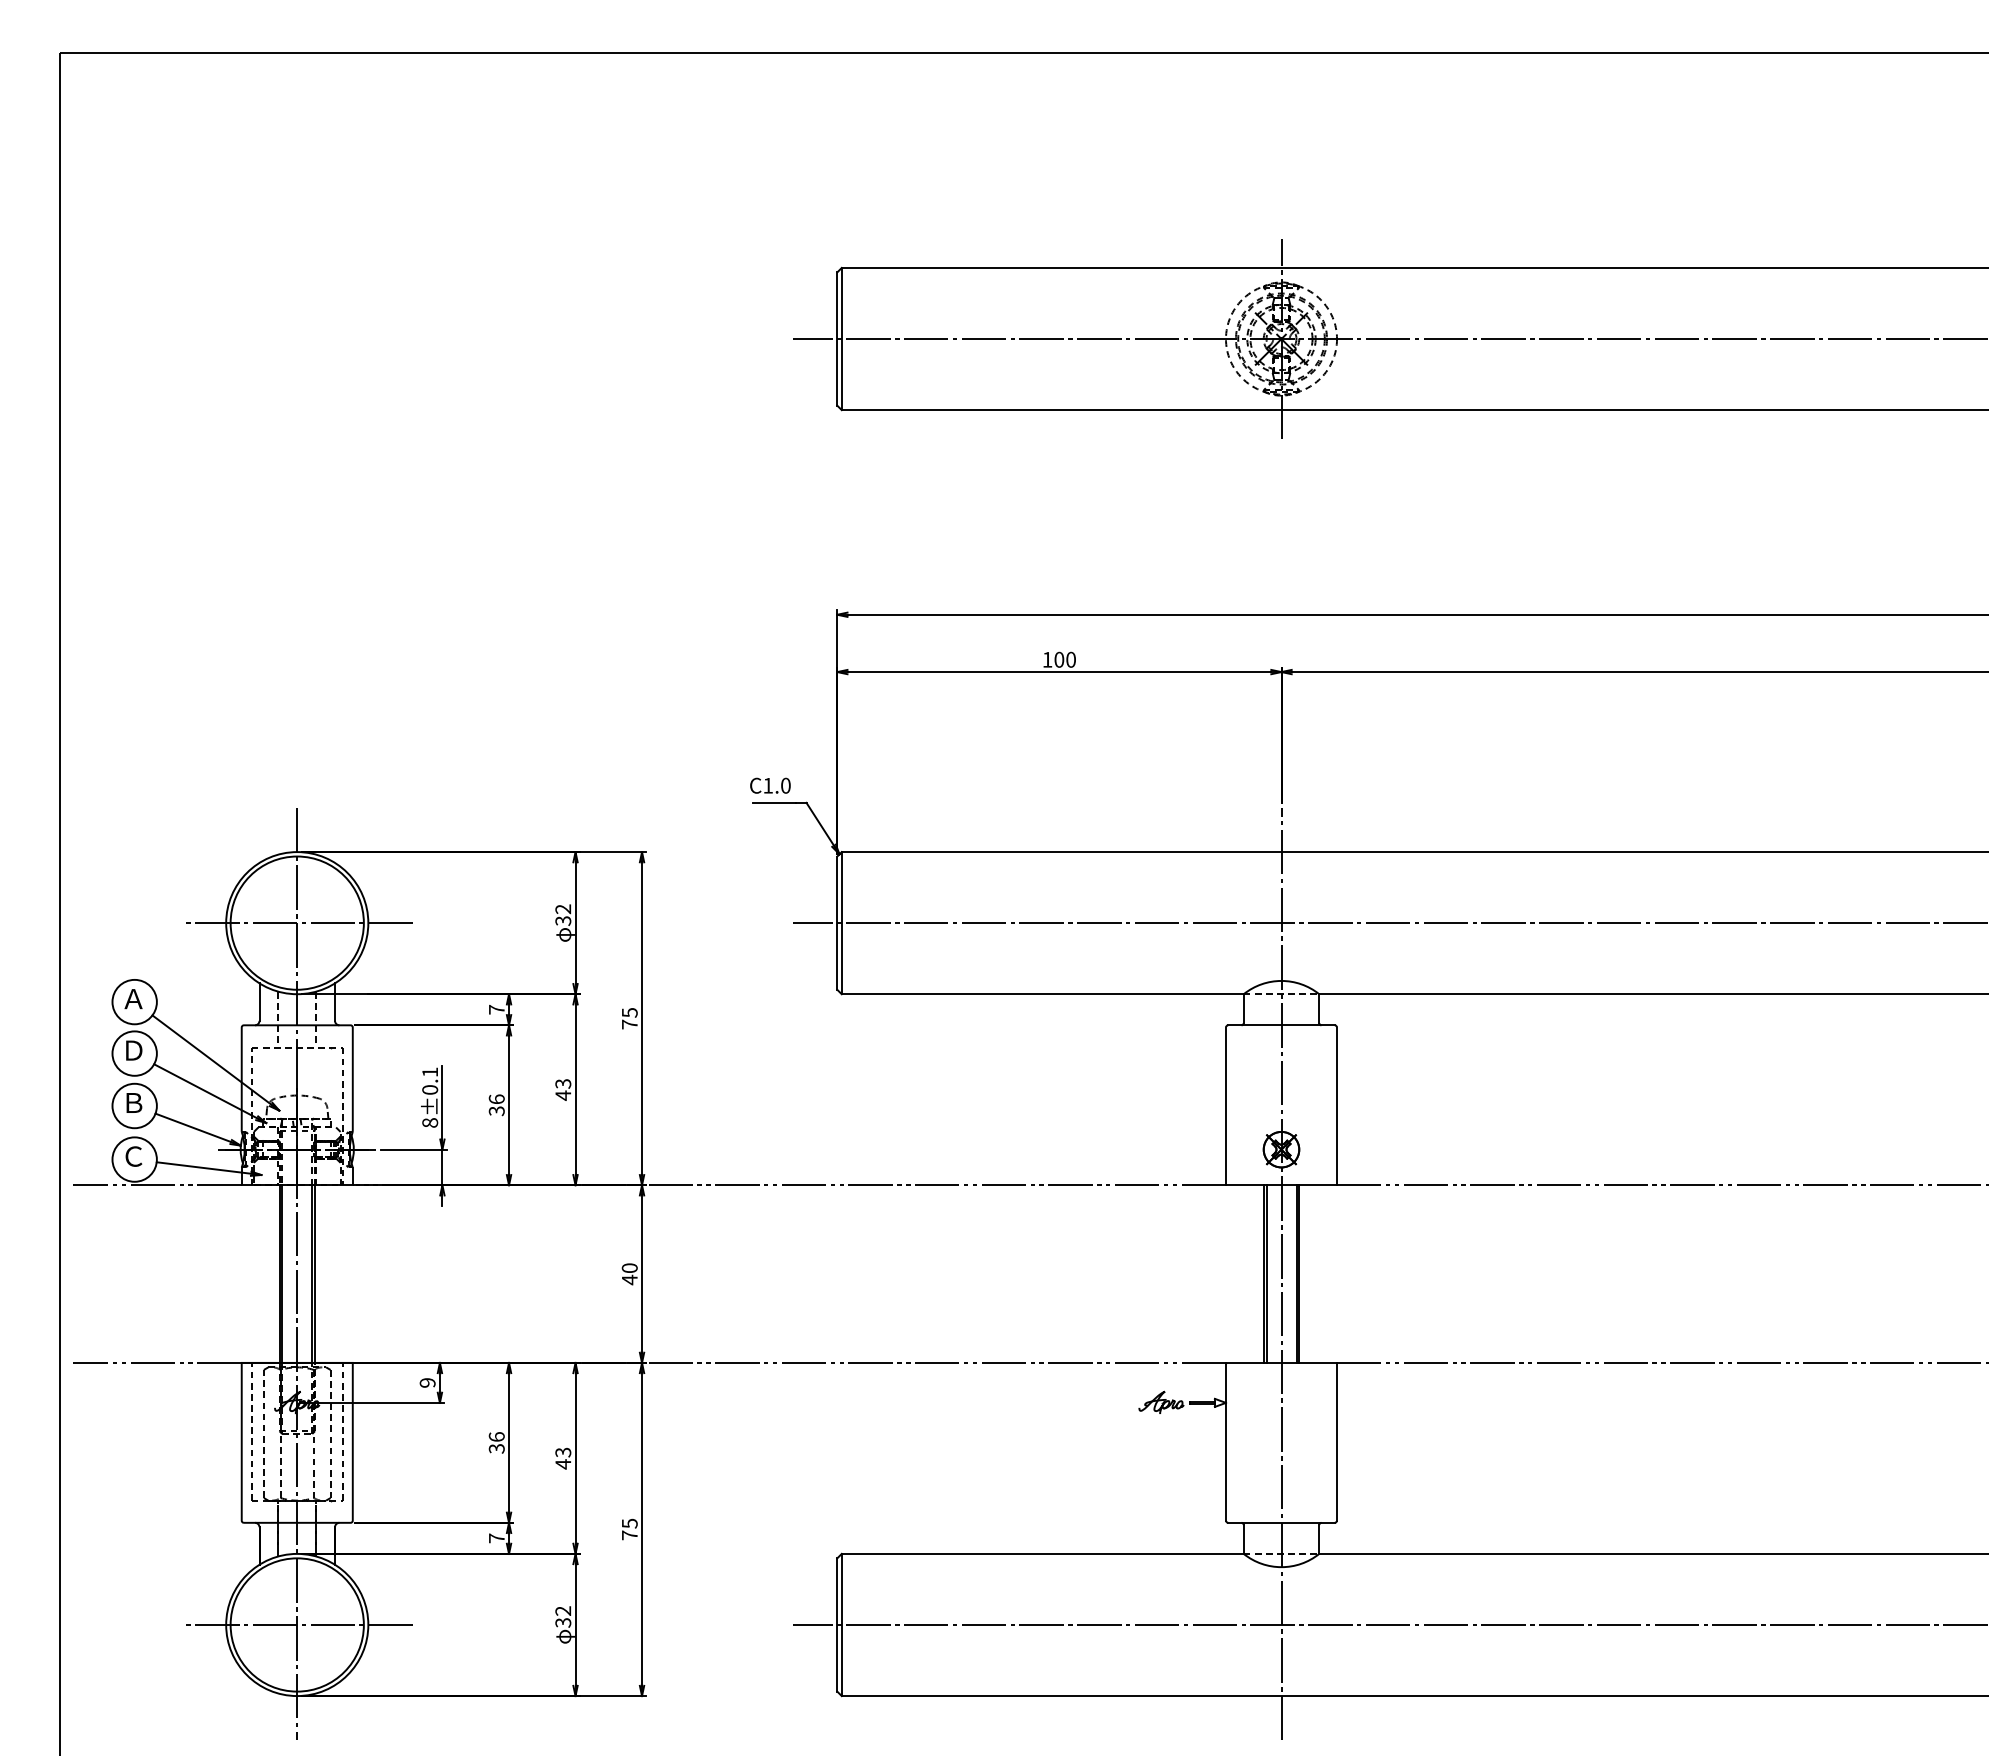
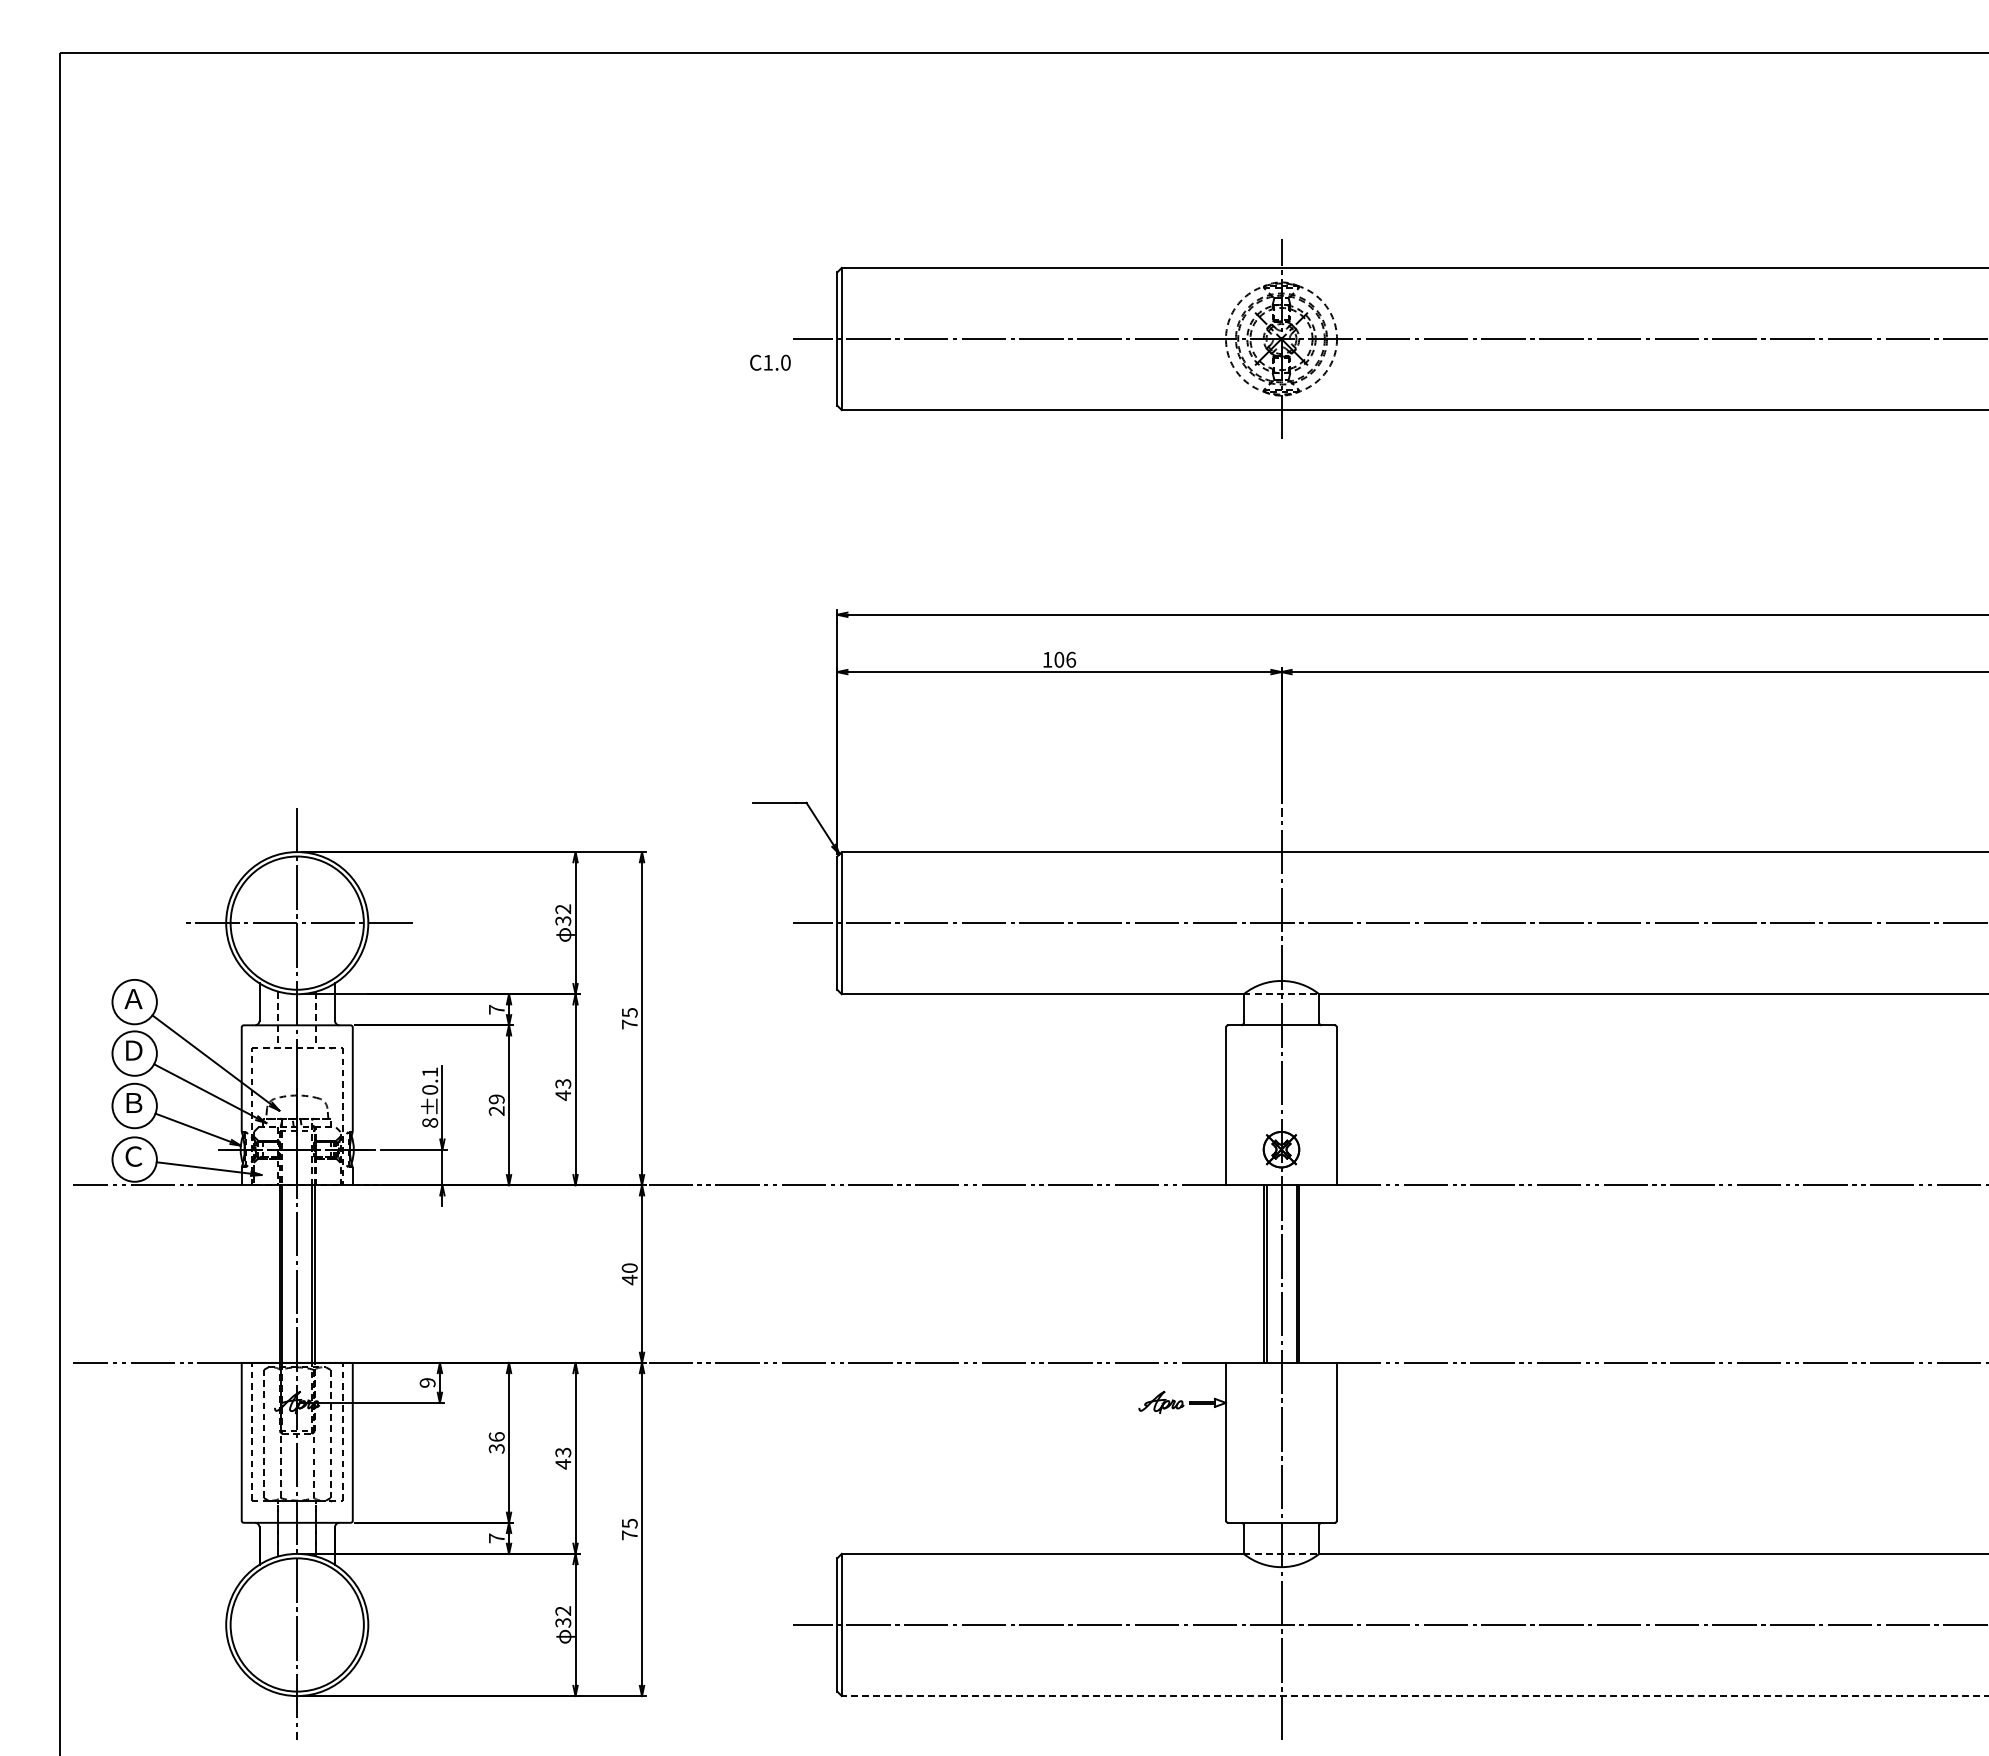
text at (1071, 659): 100 -> 106
text at (770, 785) position: (770, 785) -> (770, 362)
text at (496, 1105): 36 -> 29
line at (296, 1624): present -> none
line at (1414, 1696): solid -> dashed
